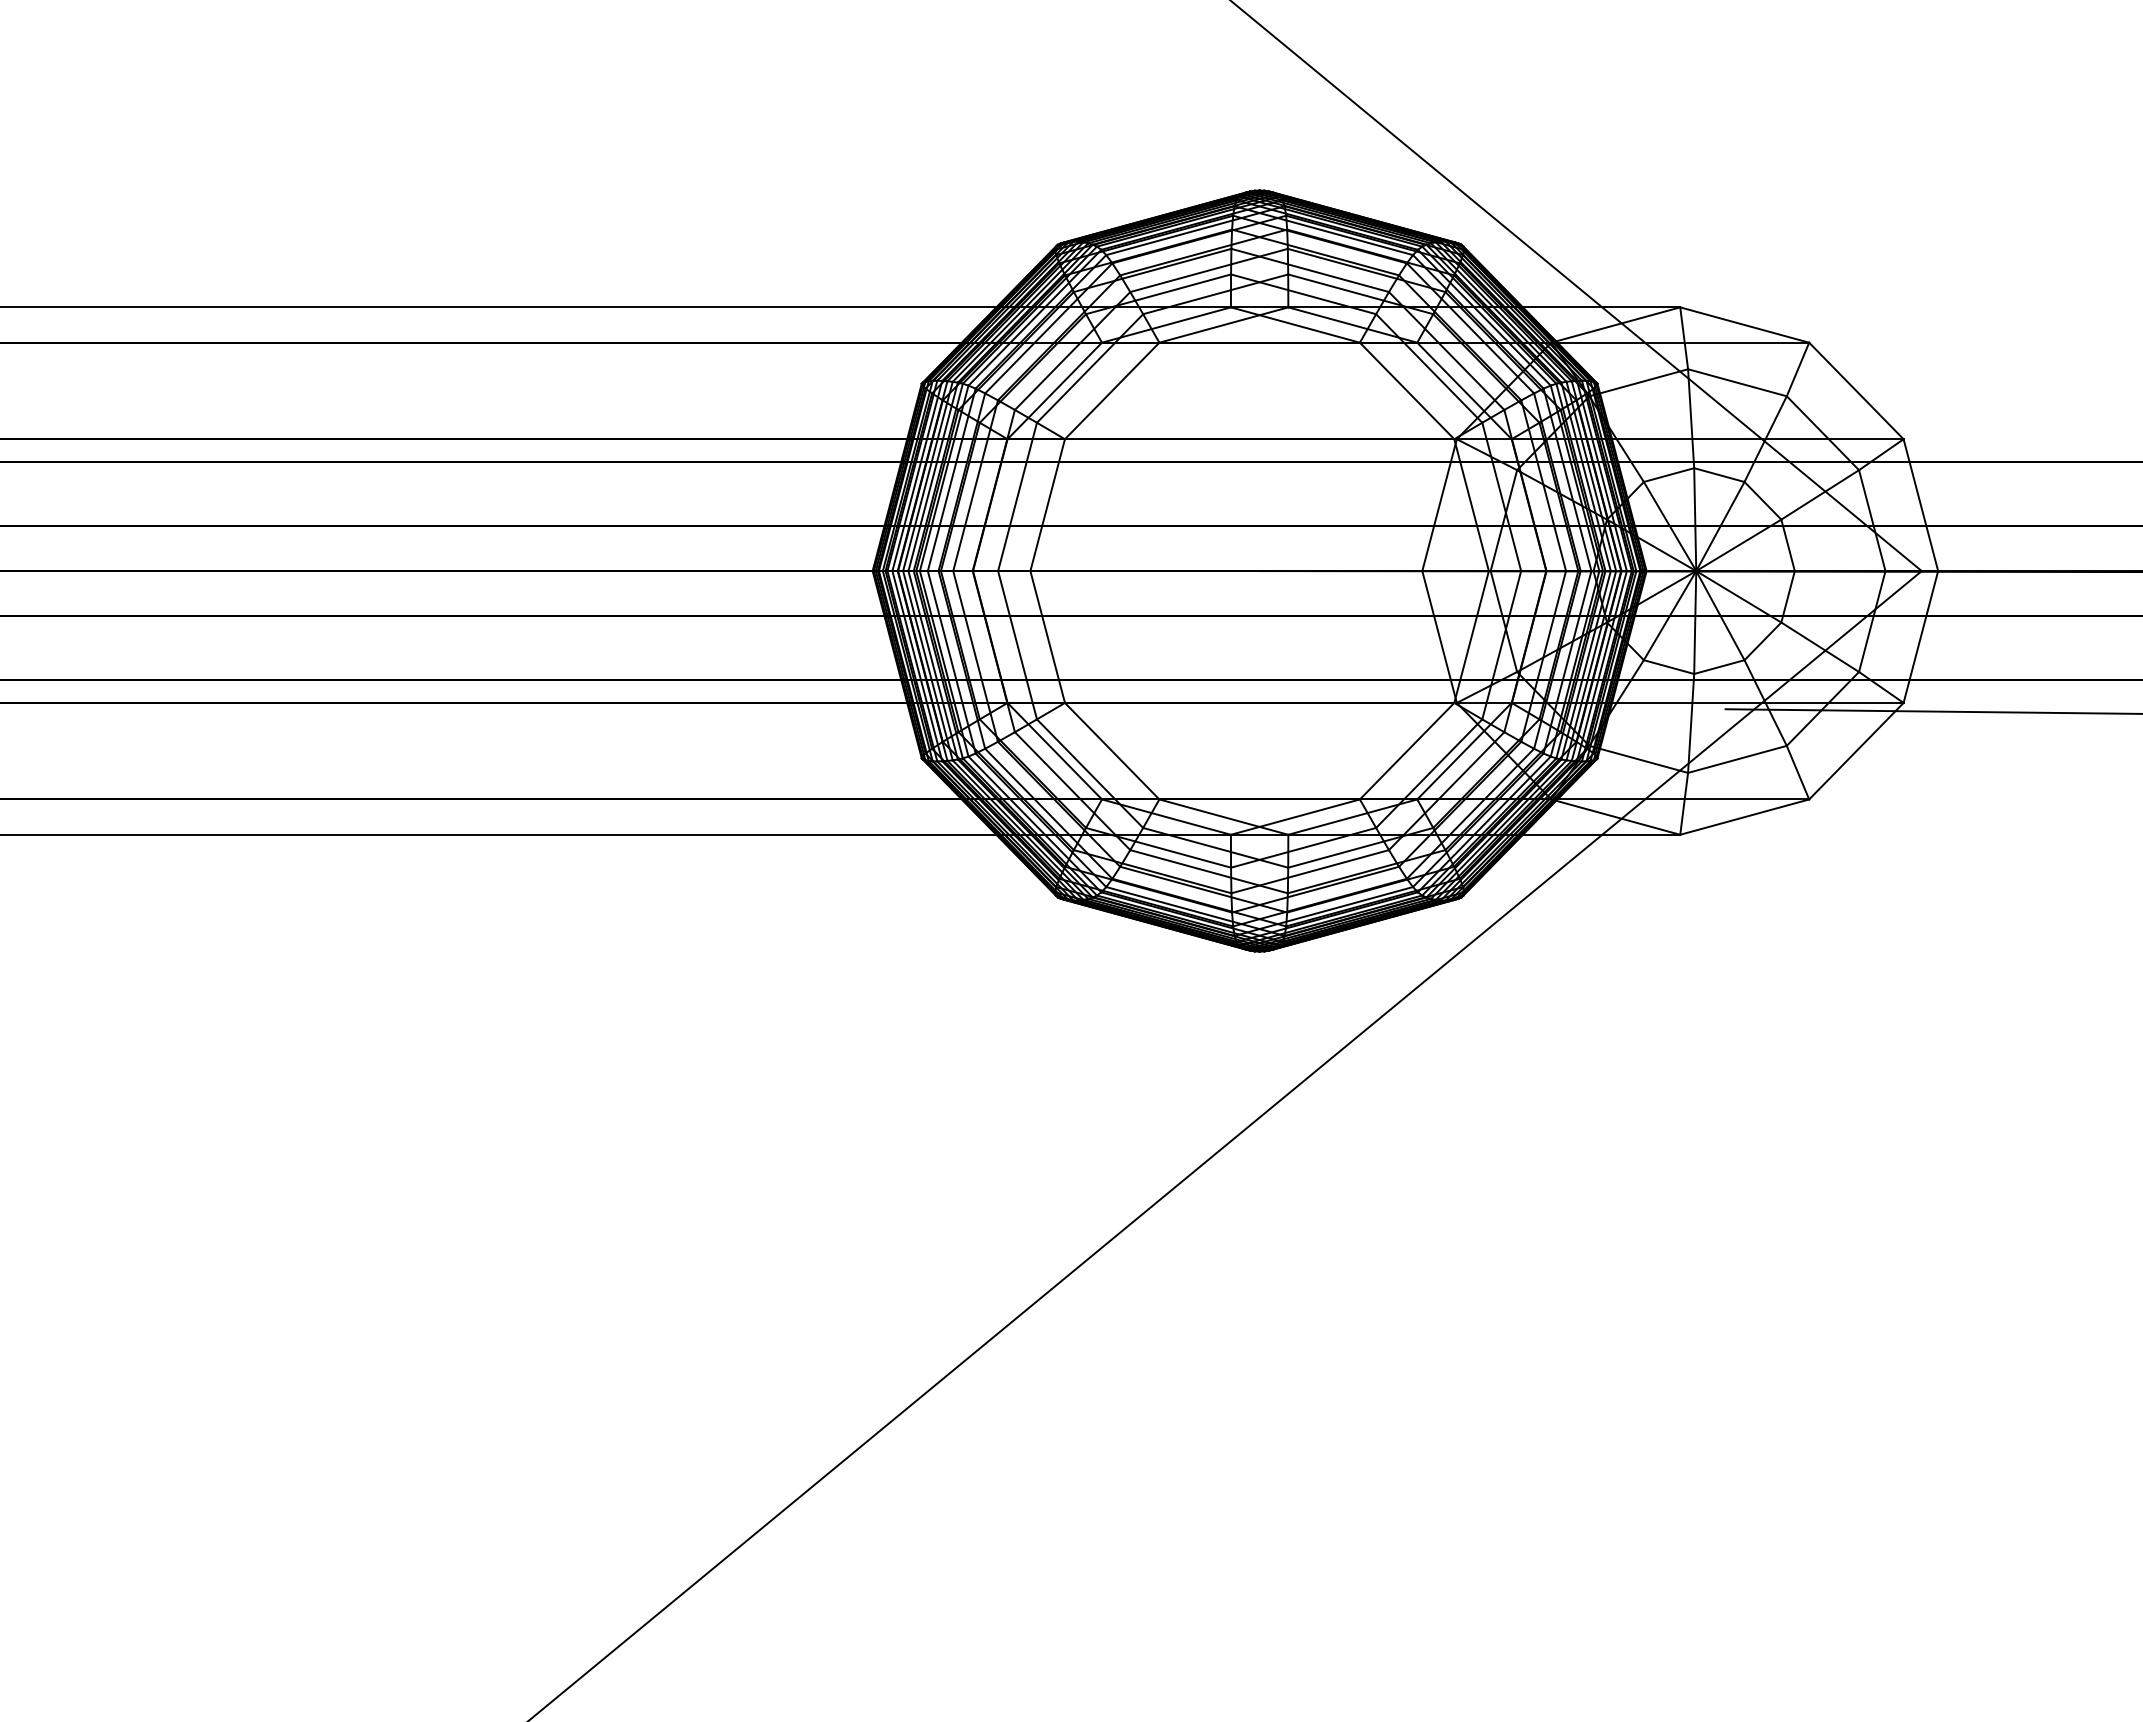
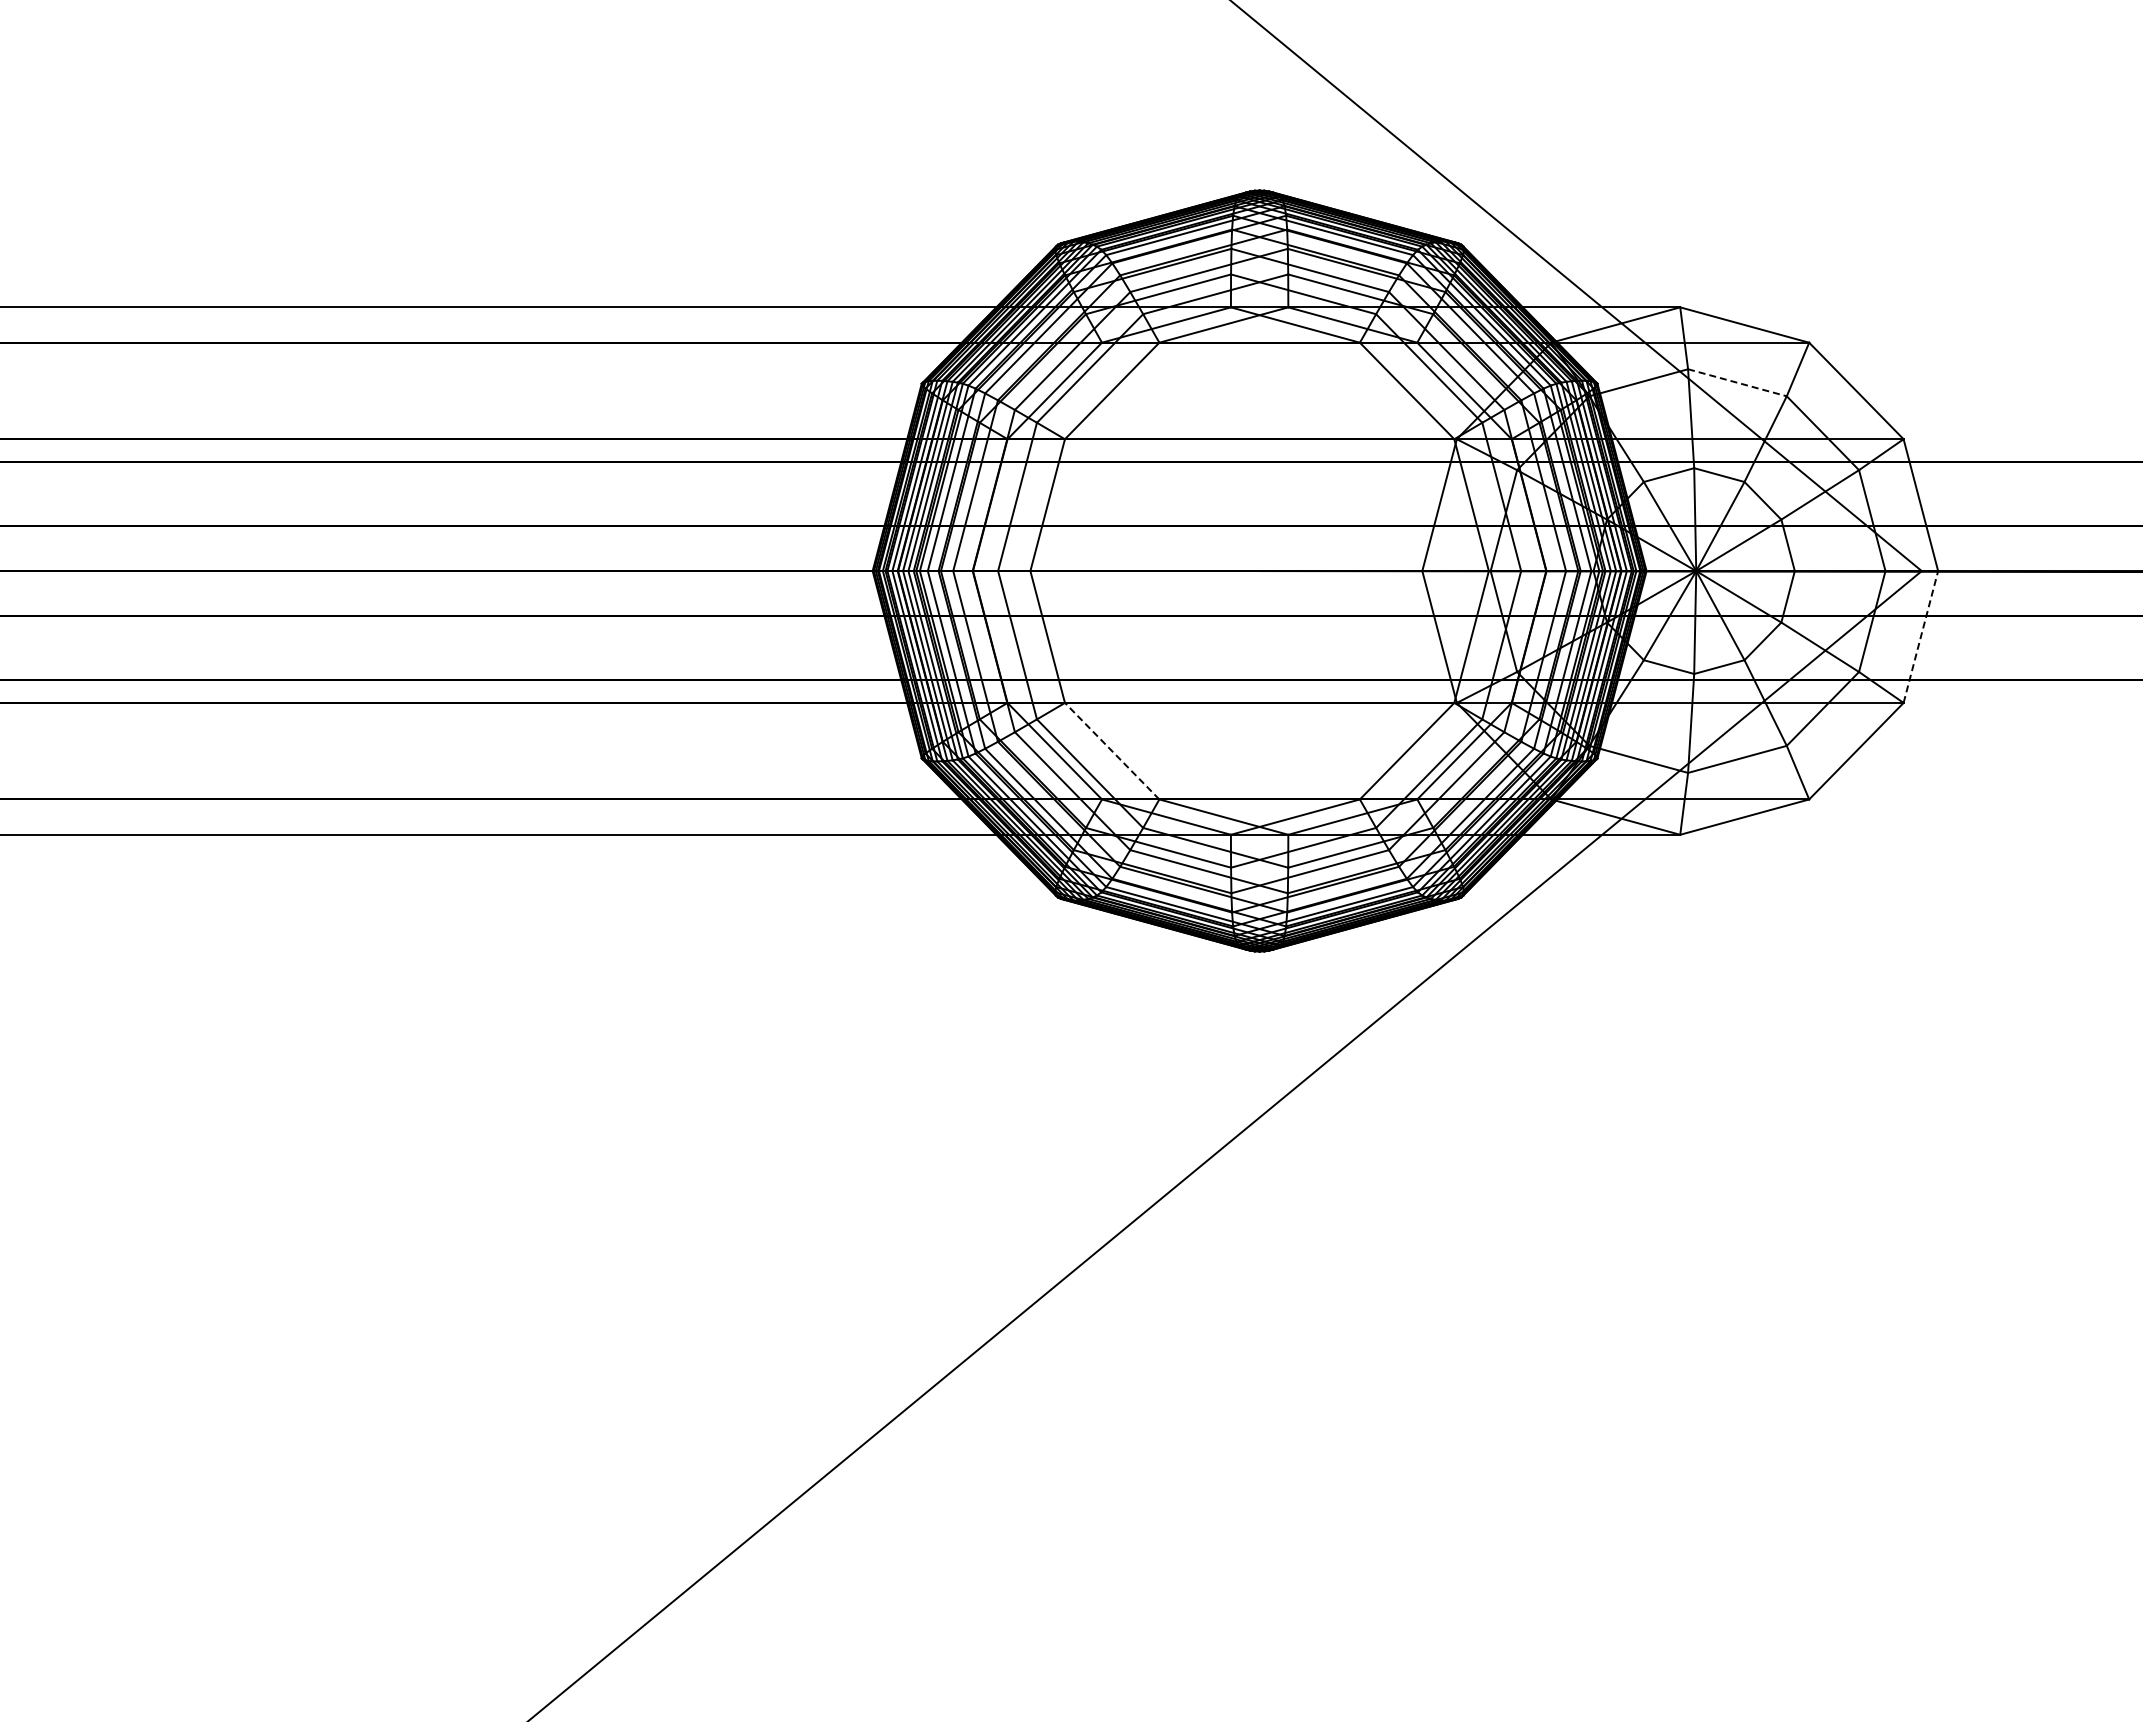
line at (1737, 382): solid -> dashed
line at (1921, 636): solid -> dashed
line at (1932, 711): present -> none
line at (1112, 751): solid -> dashed
